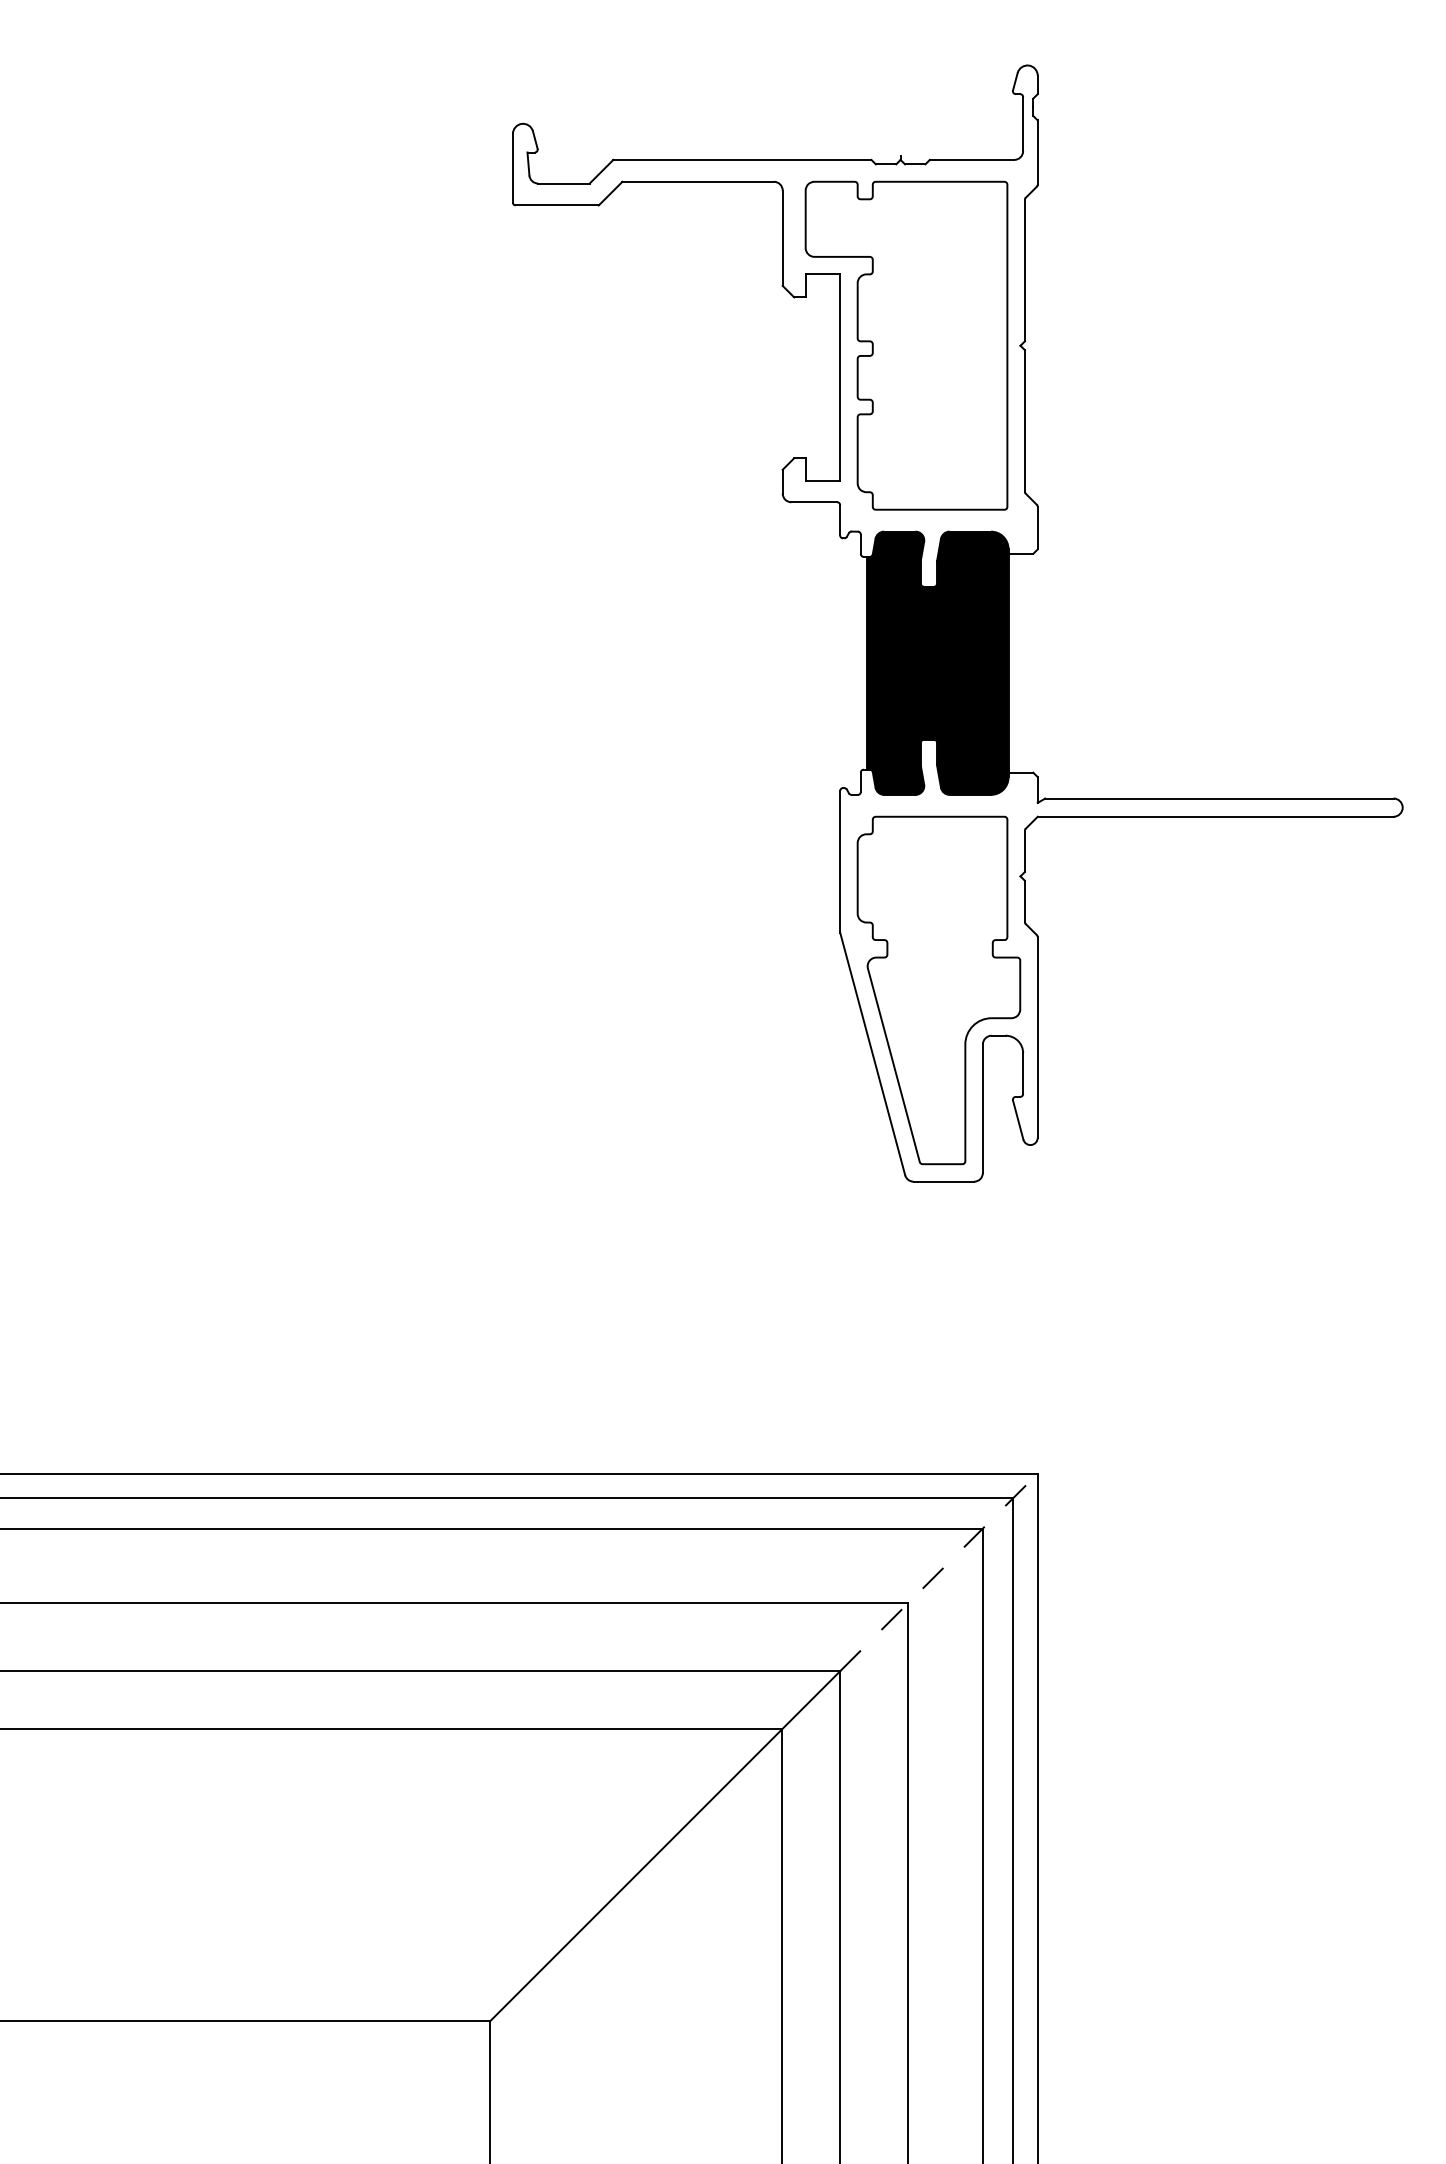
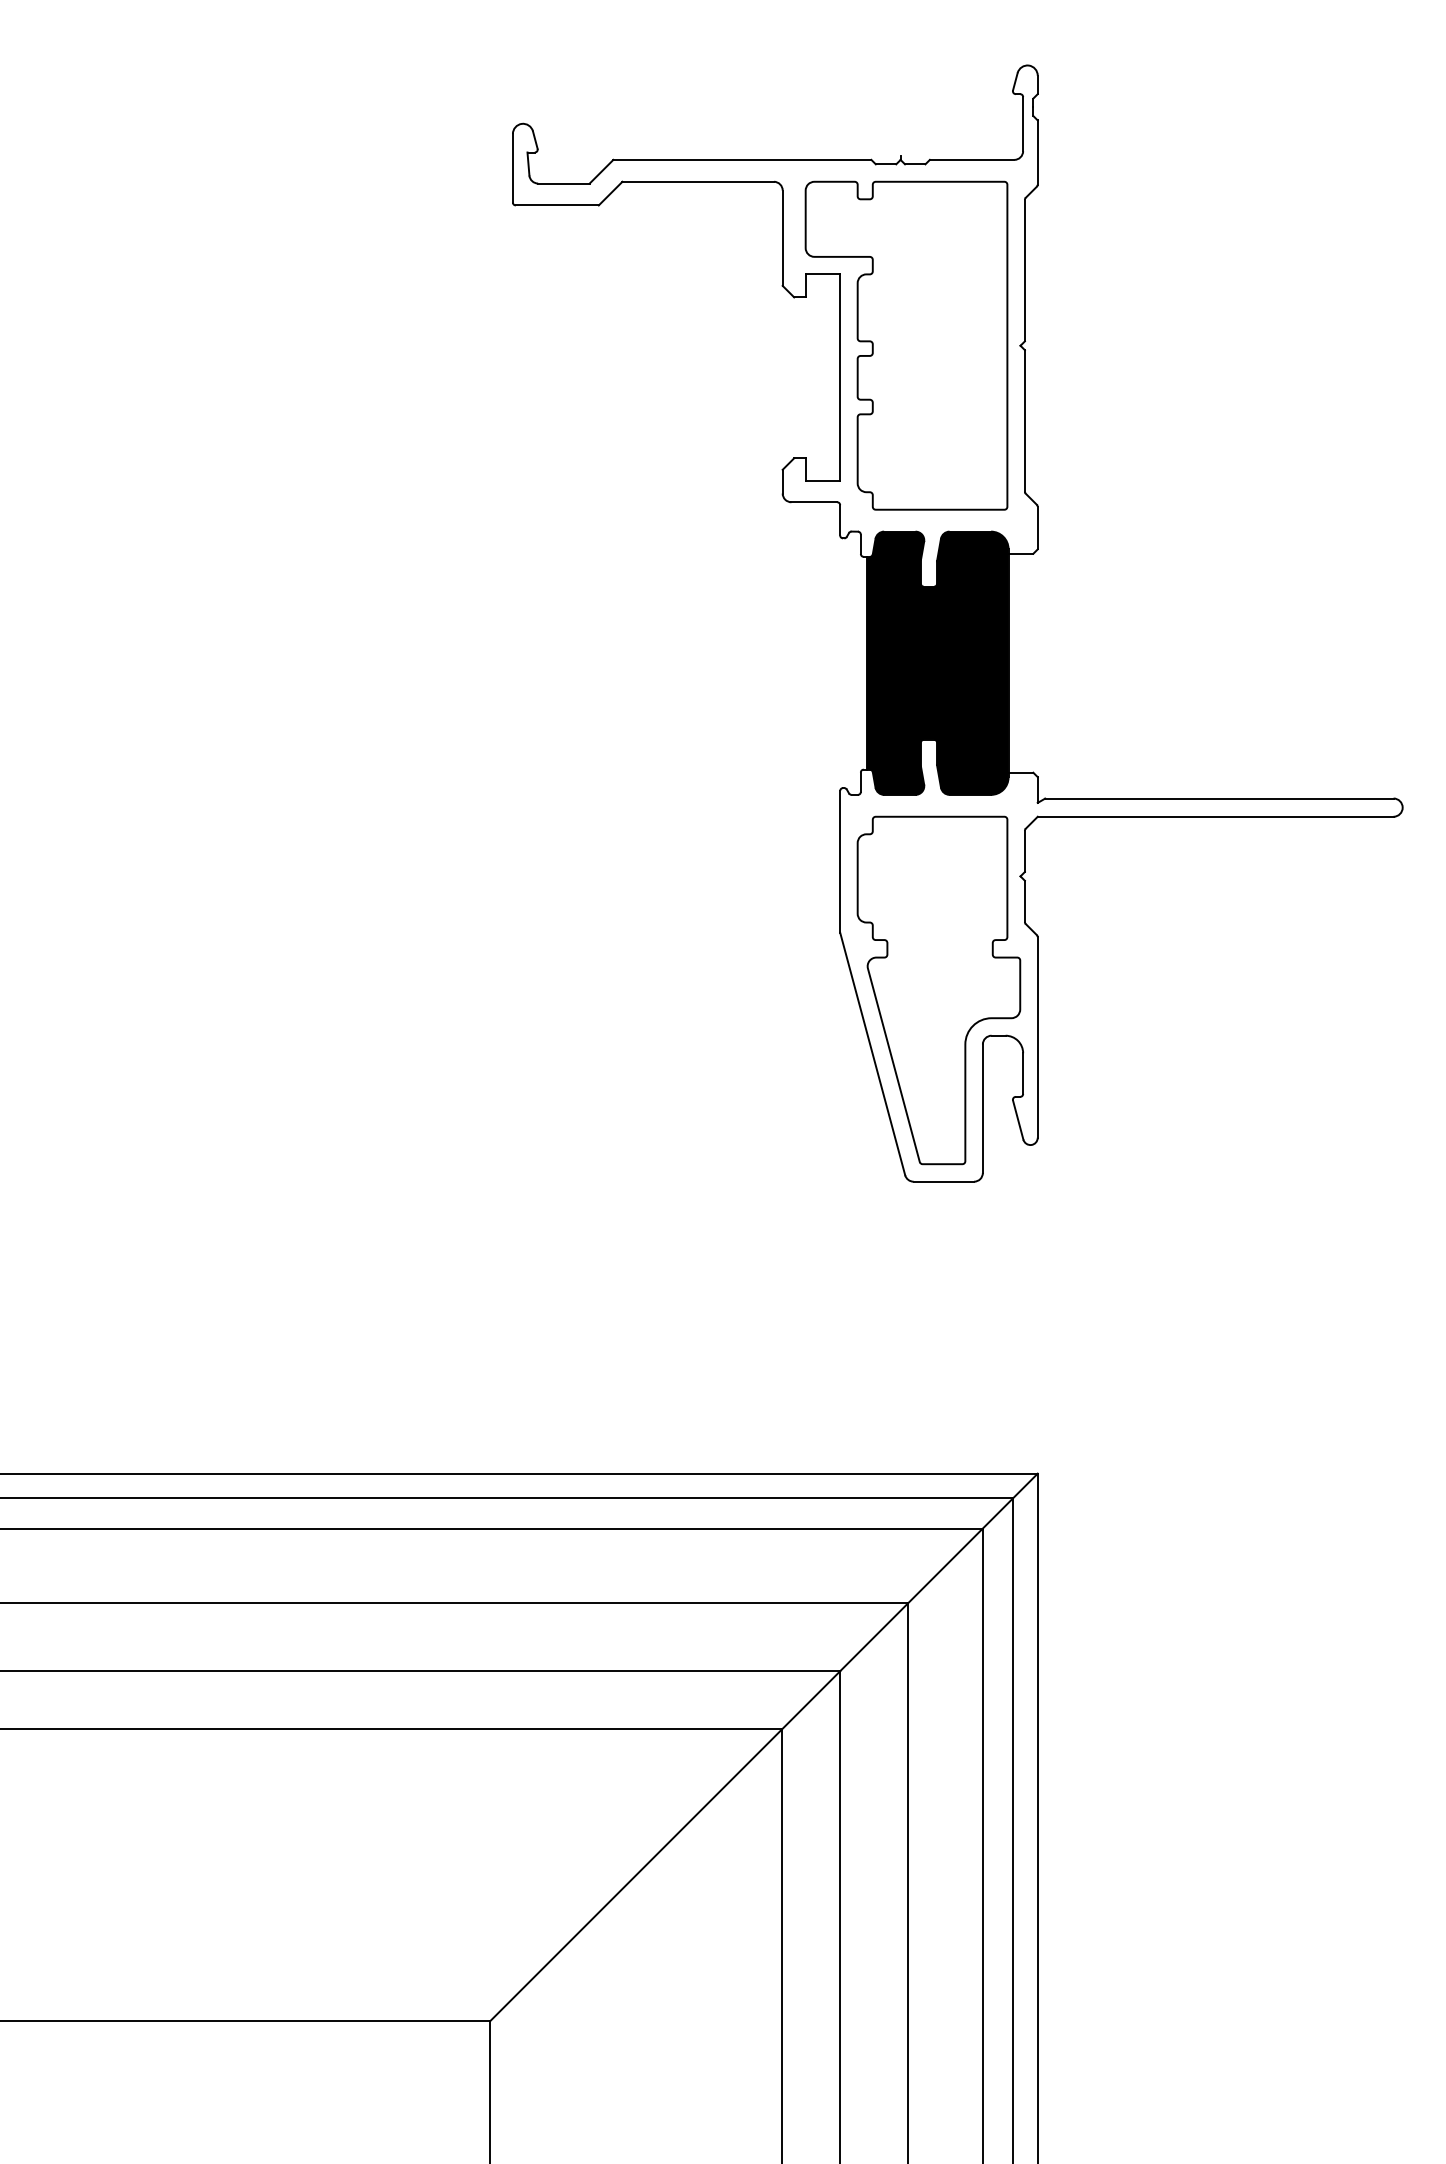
line at (938, 1572): dashed -> solid
